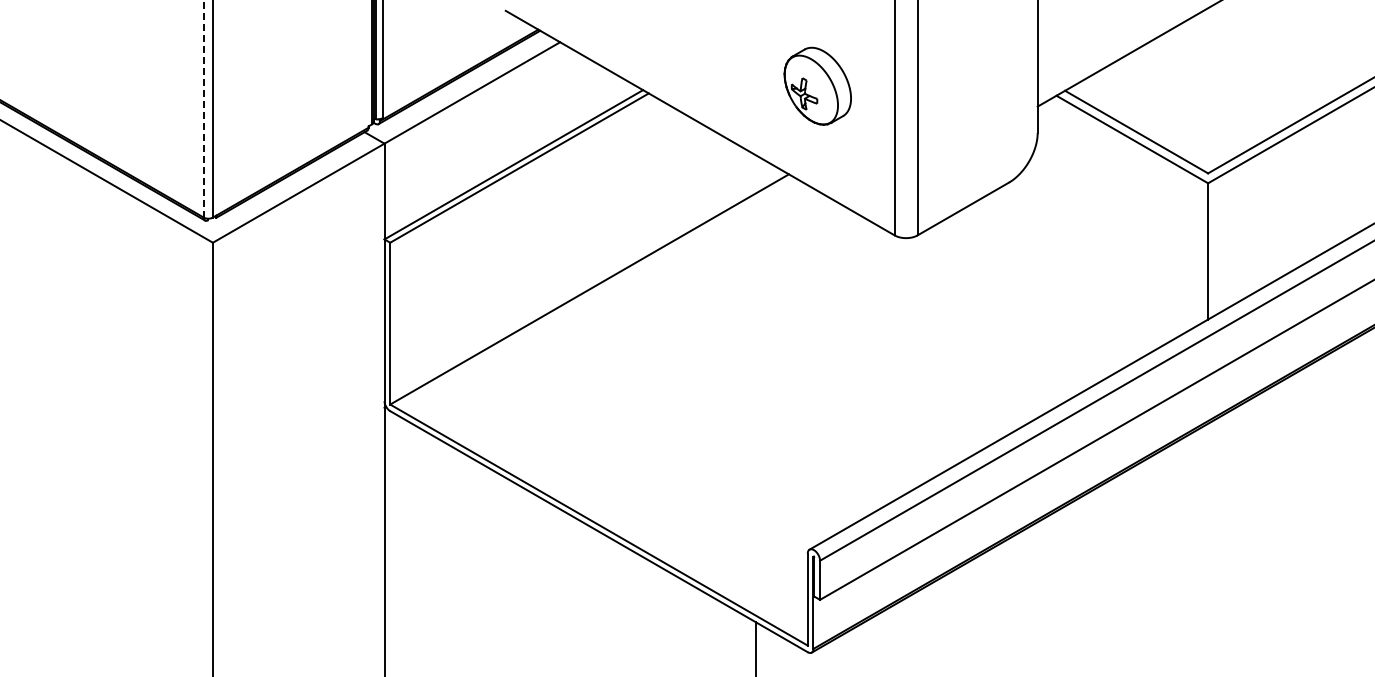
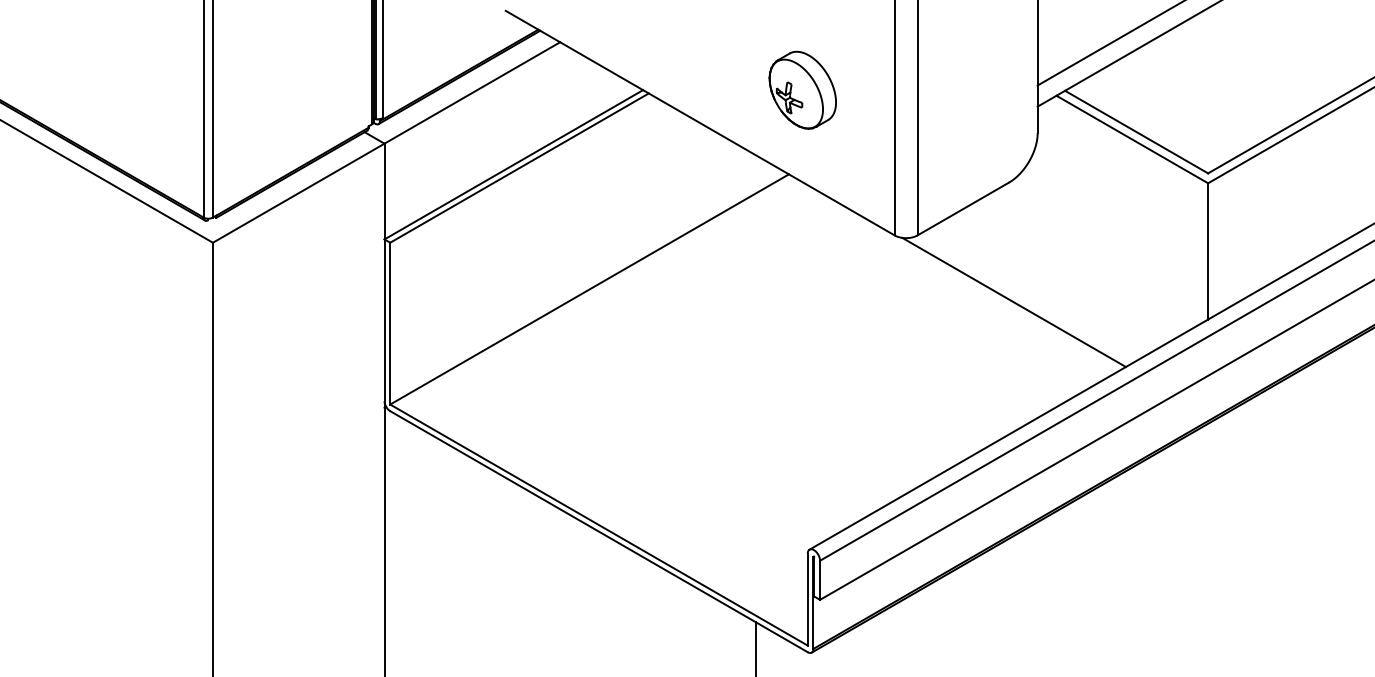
line at (1109, 43): none -> present
part at (817, 85) position: (817, 85) -> (802, 89)
line at (203, 108): dashed -> solid
line at (1013, 302): none -> present
